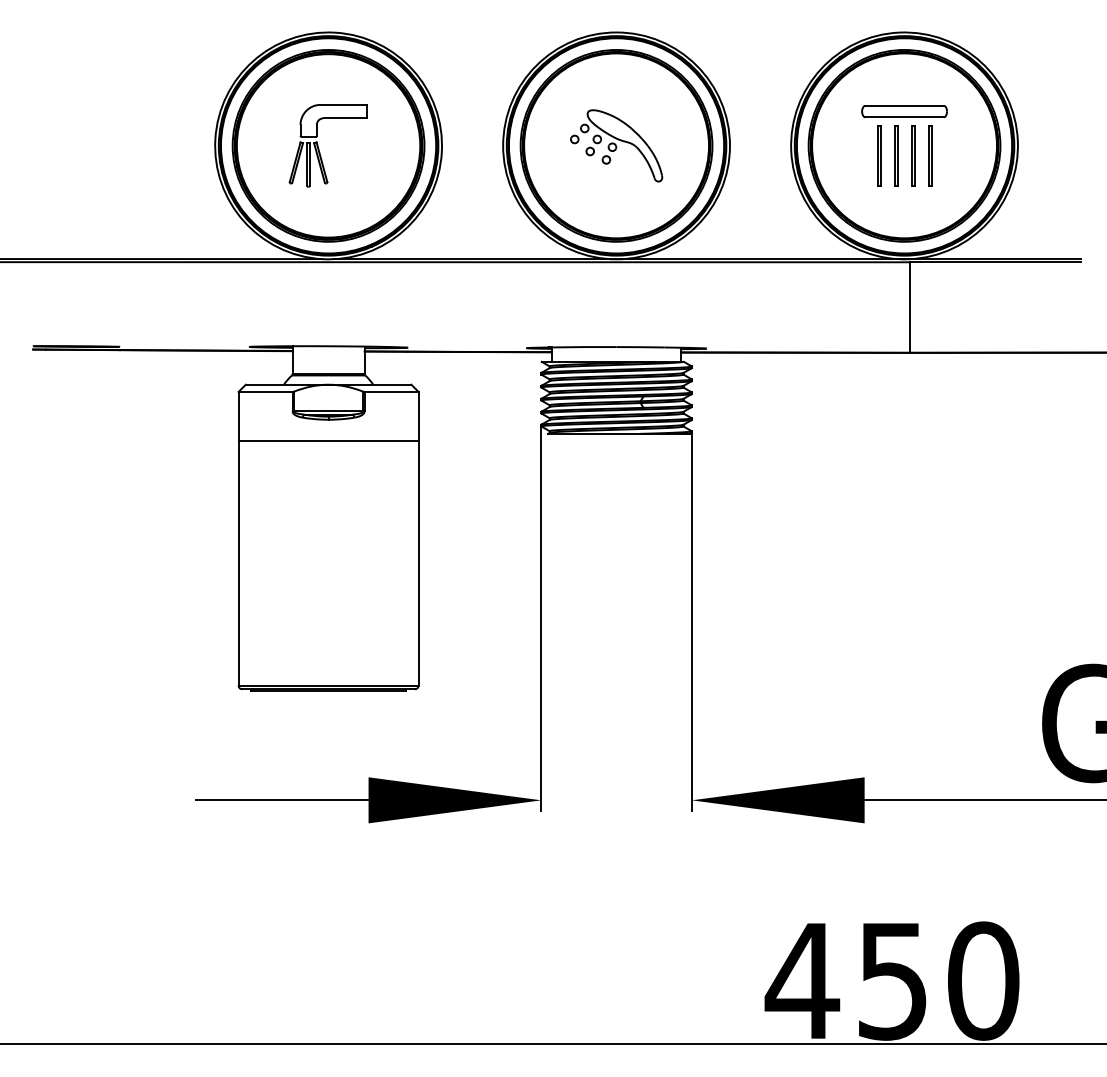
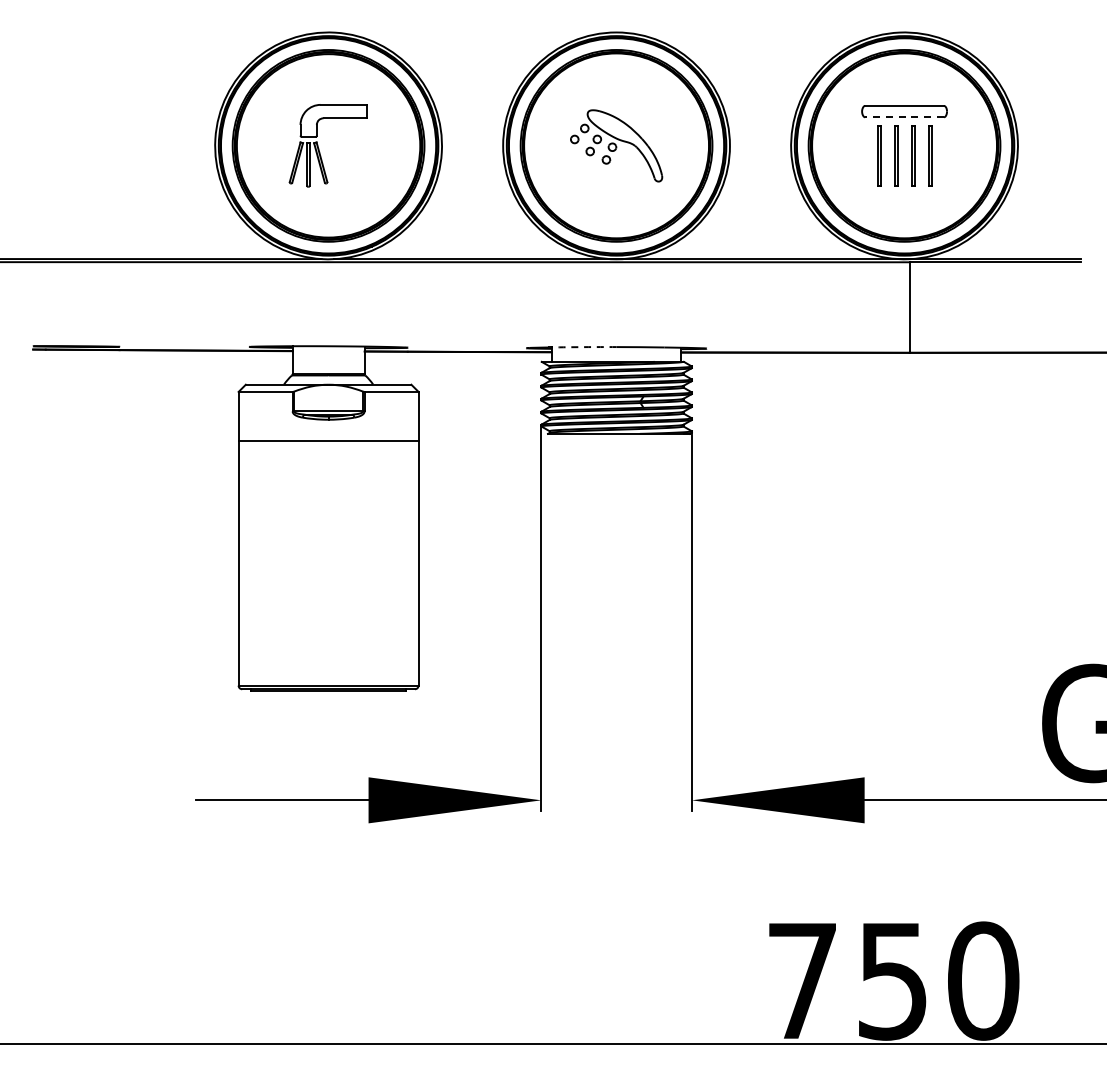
line at (904, 117): solid -> dashed
arc at (584, 347): solid -> dashed
text at (802, 980): 450 -> 750
